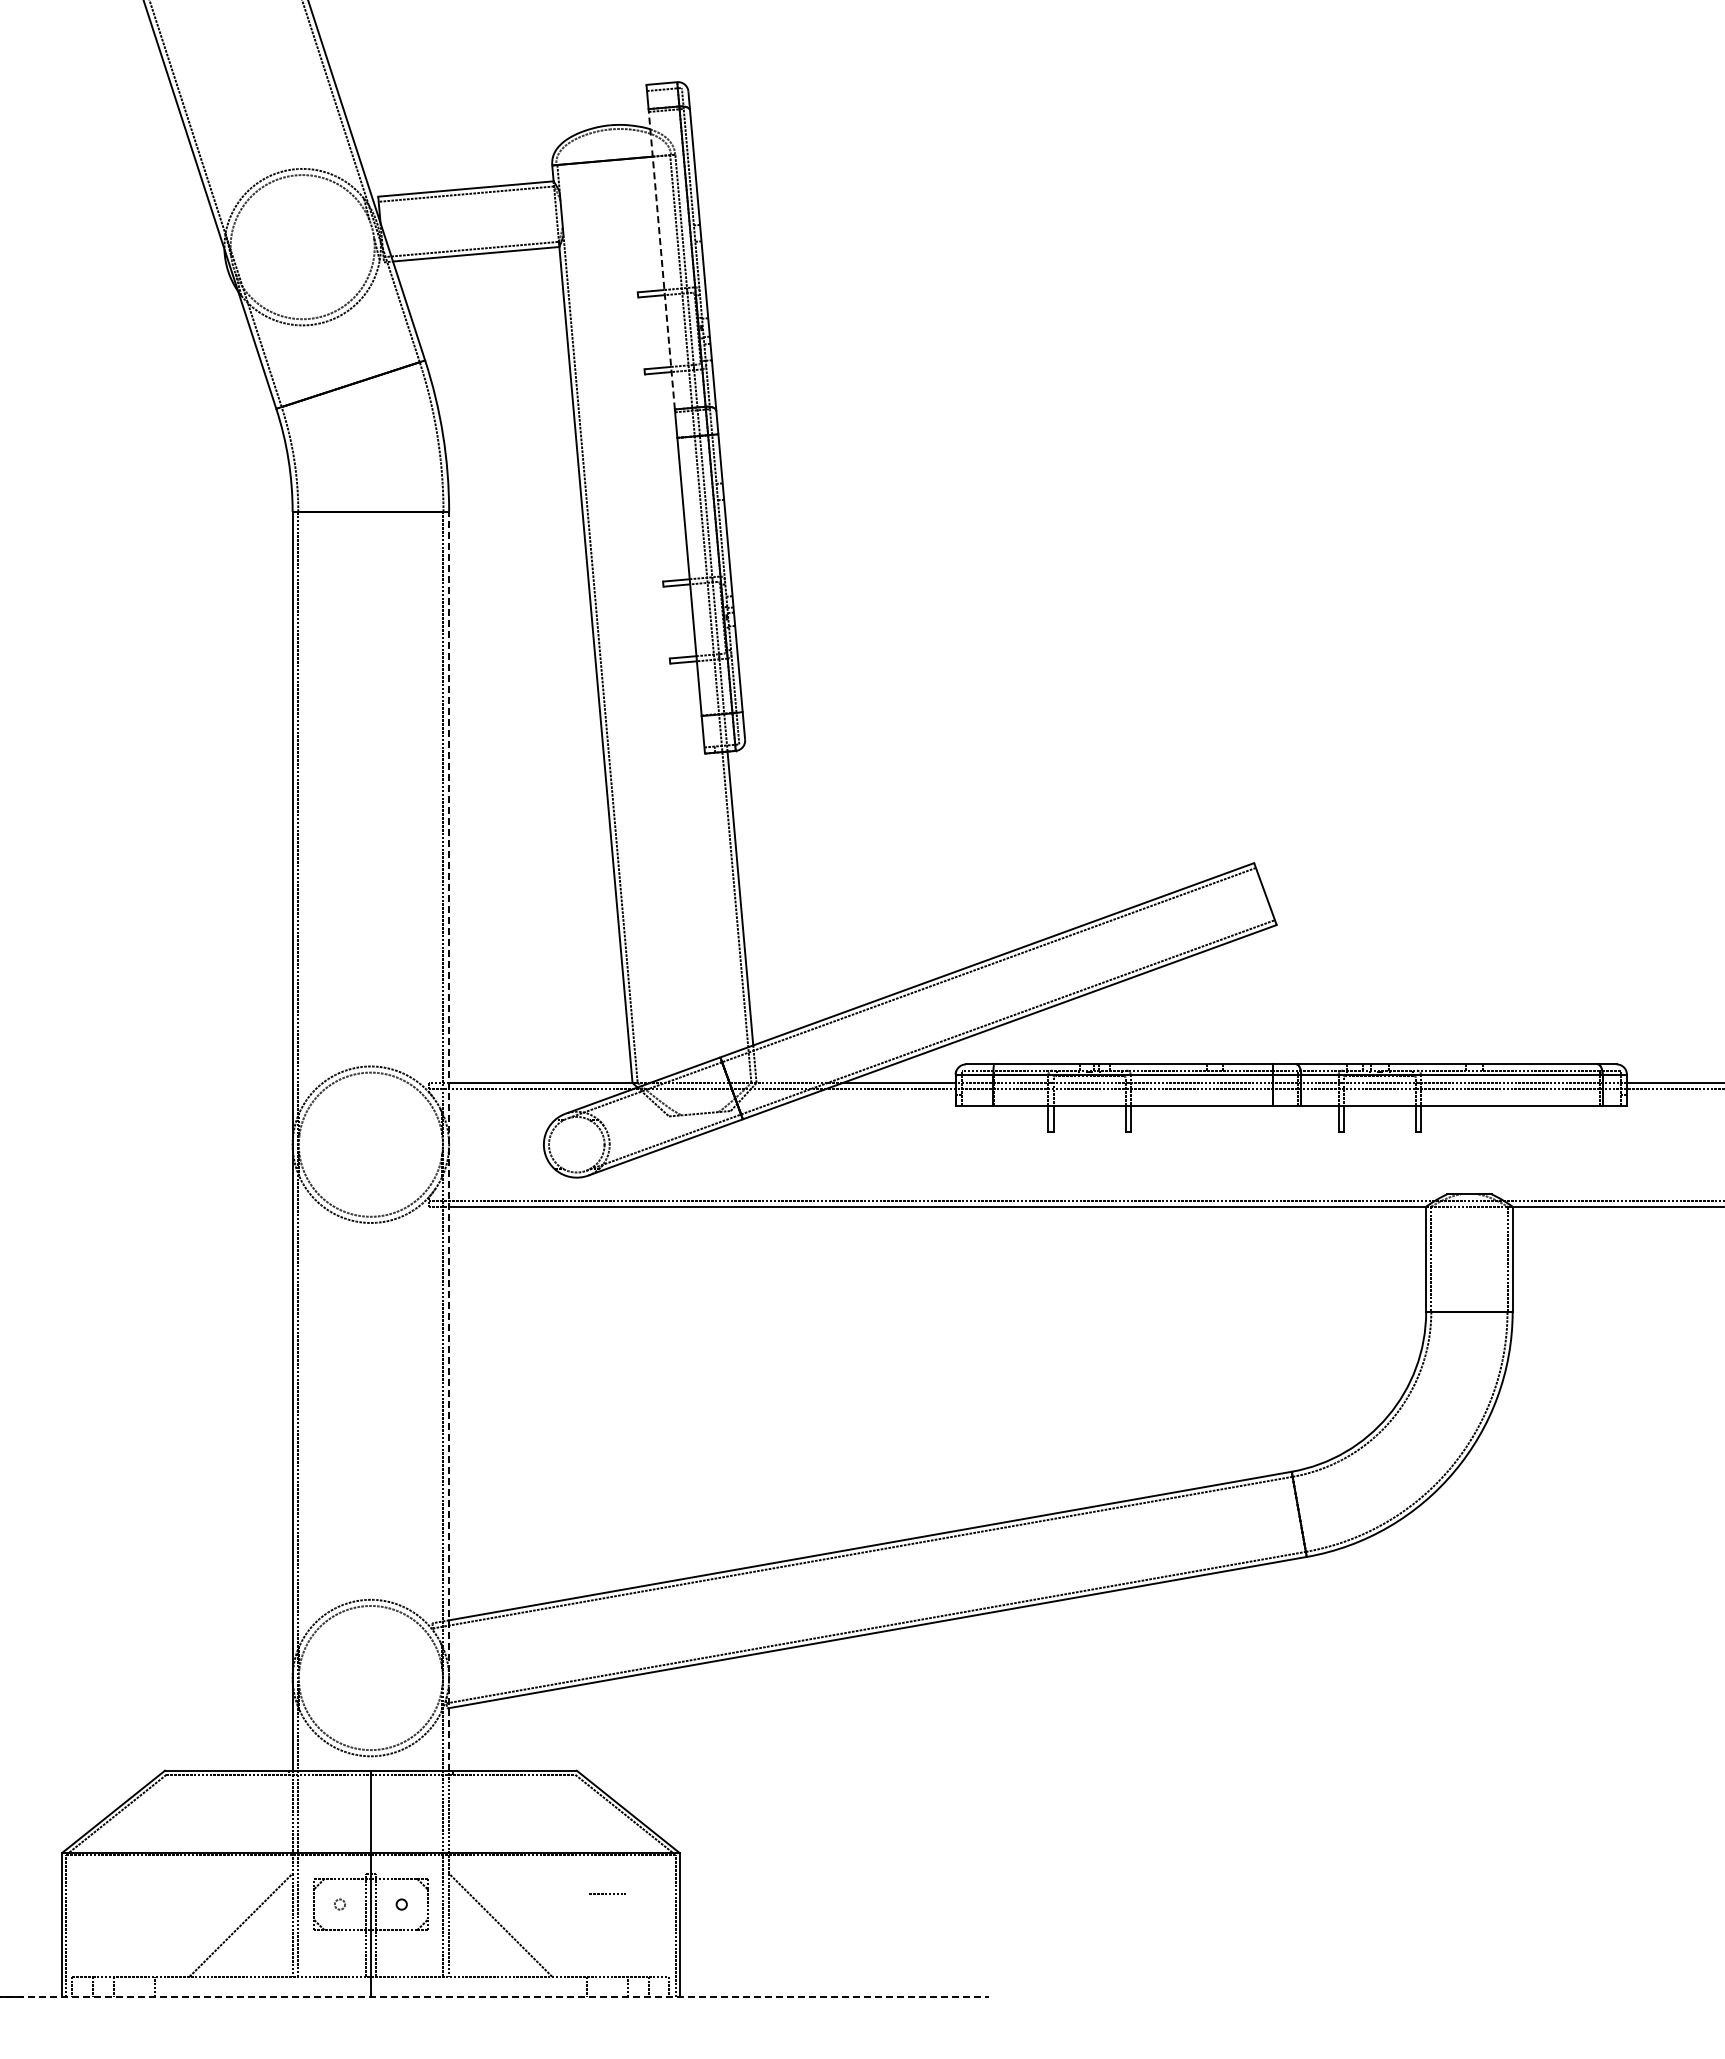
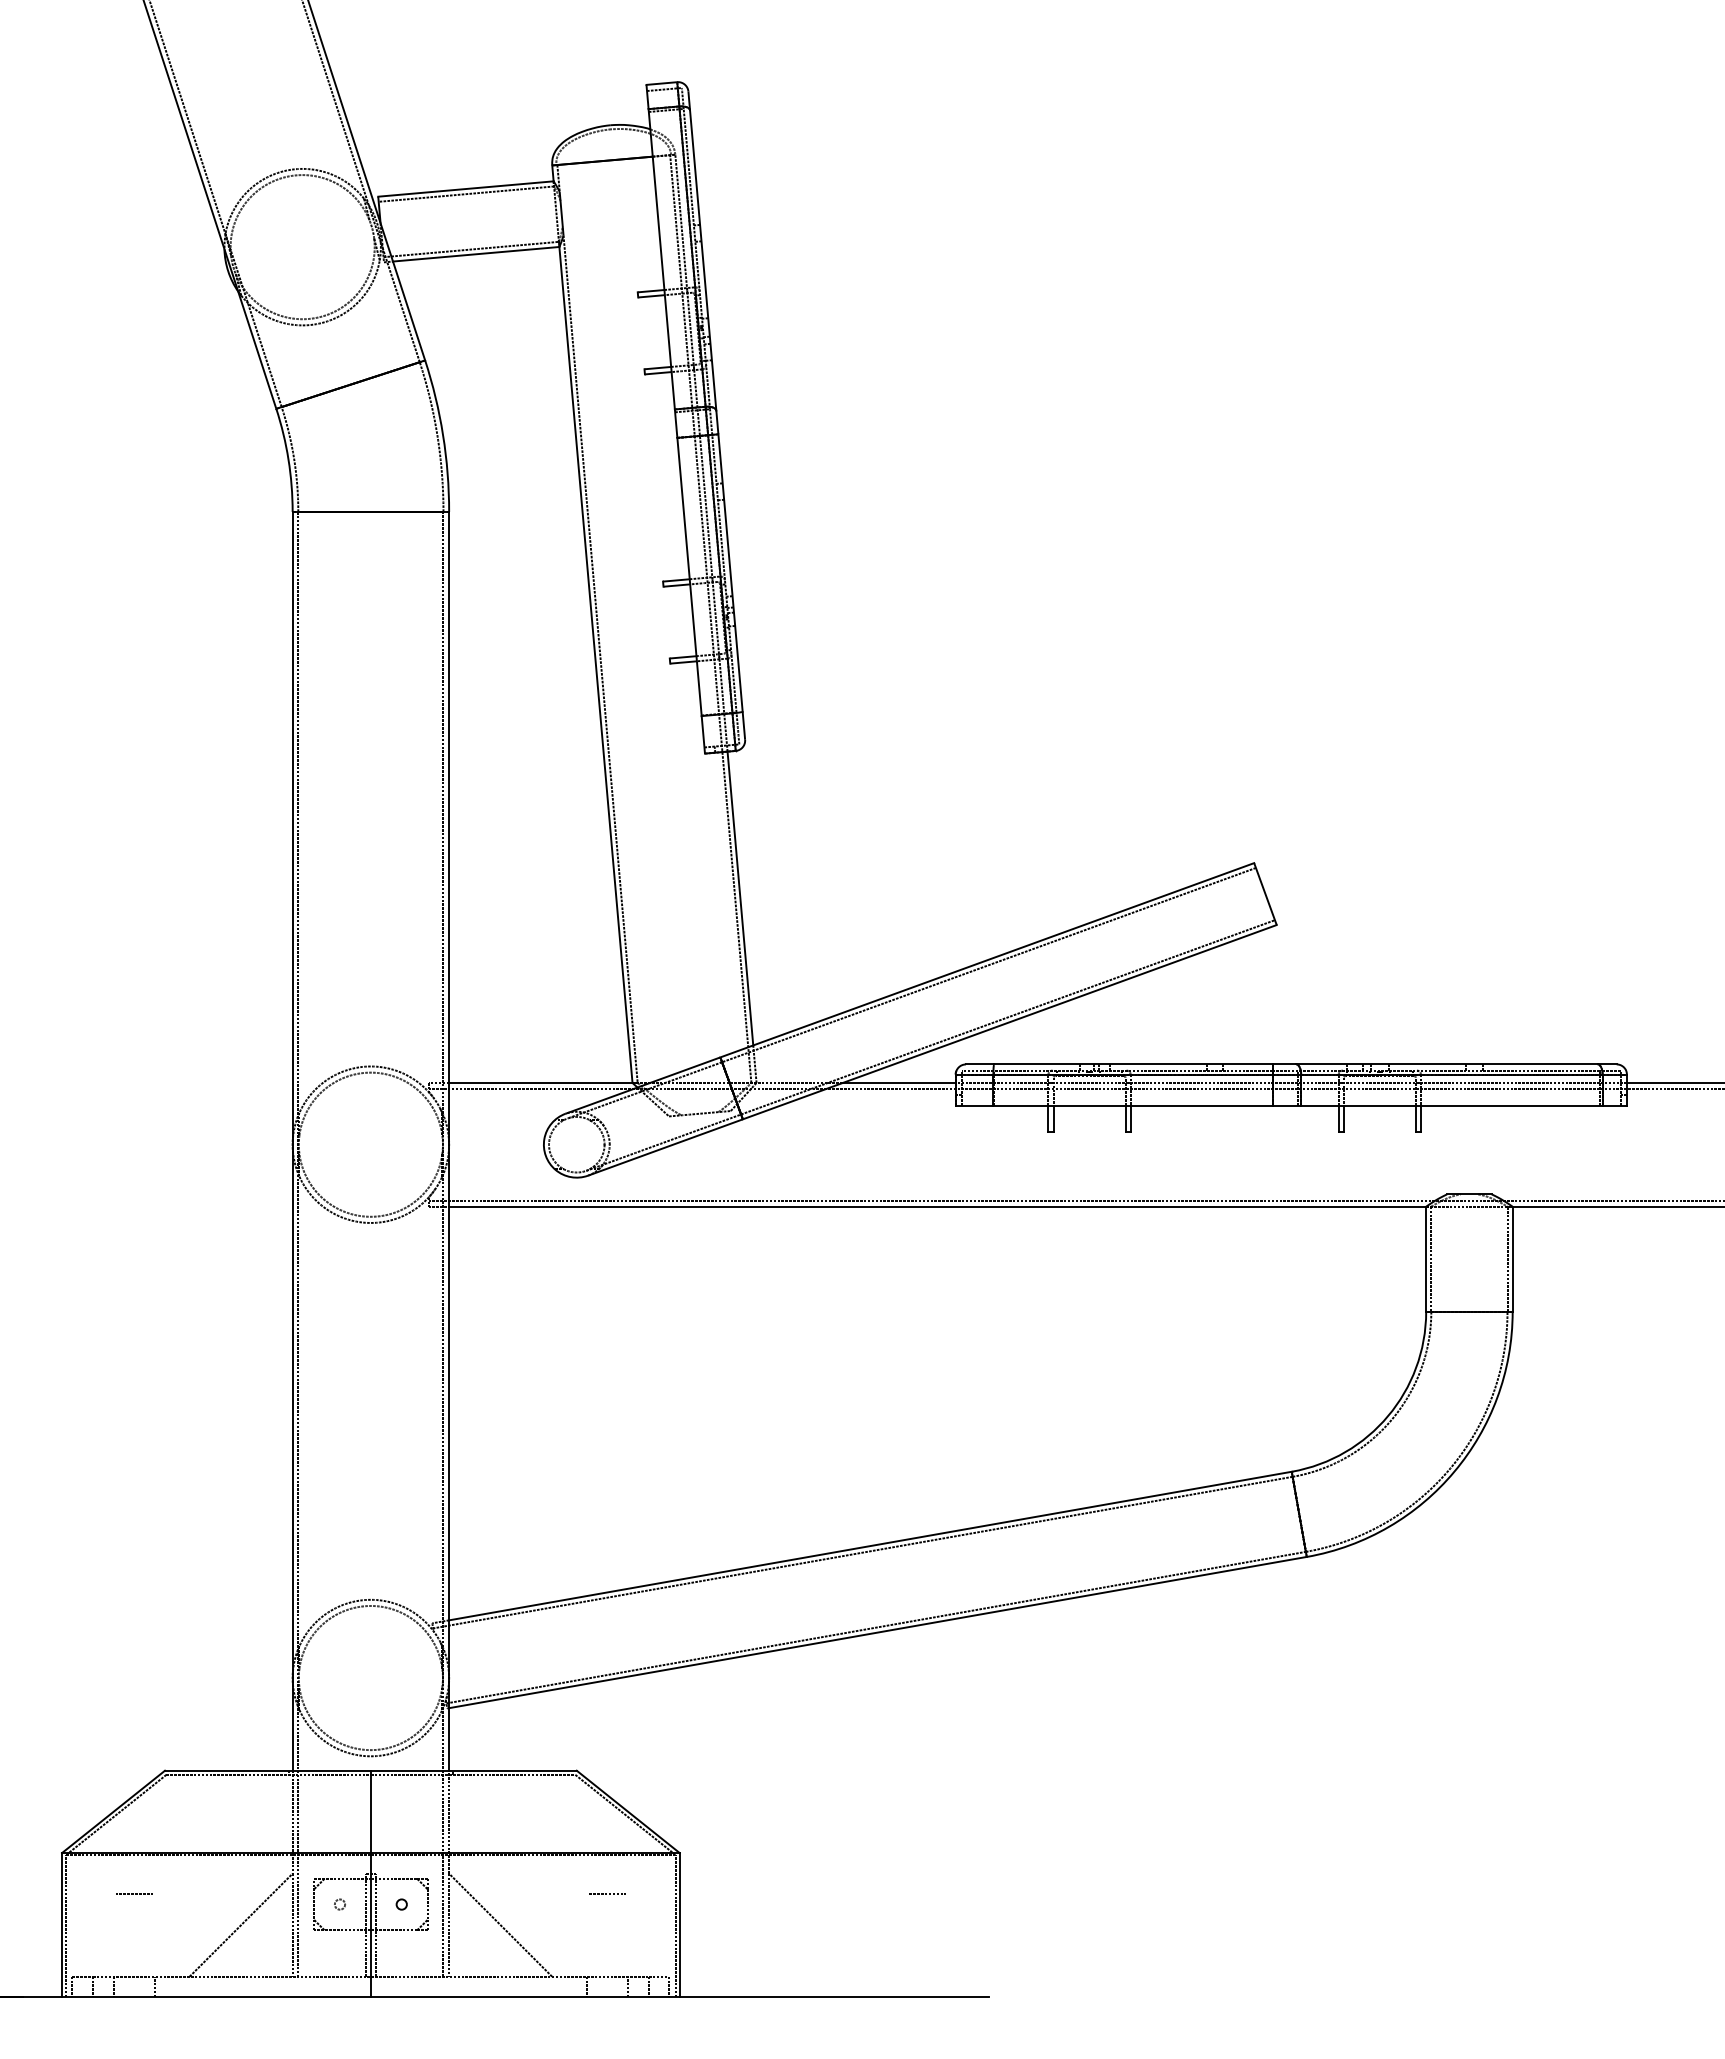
line at (661, 259): dashed -> solid
line at (449, 1140): dashed -> solid
line at (133, 1893): none -> present
line at (494, 1997): dashed -> solid
